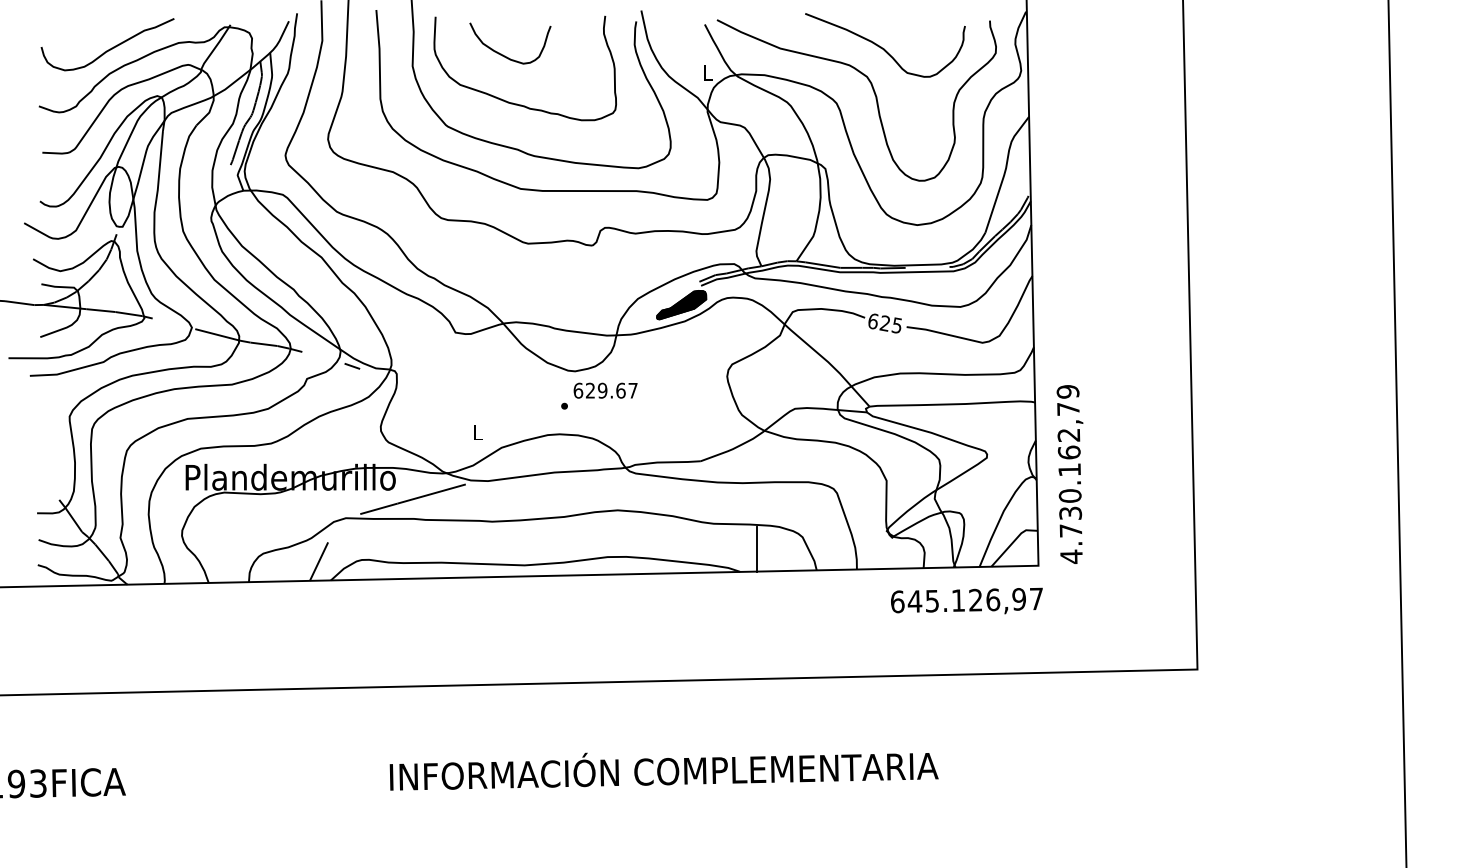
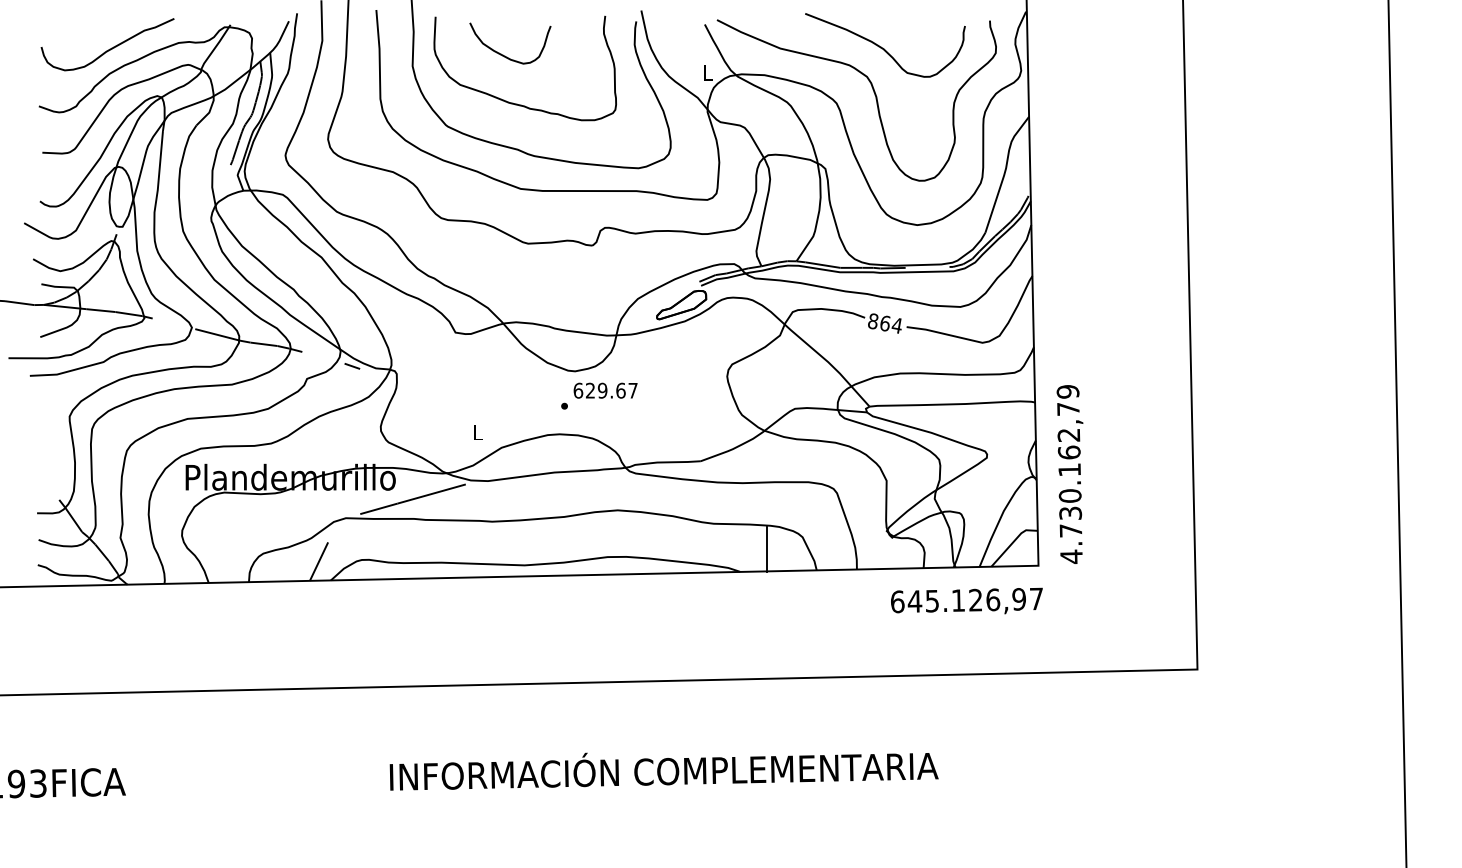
fill at (681, 304): present -> none
text at (884, 323): 625 -> 864
line at (757, 549) position: (757, 549) -> (767, 549)
